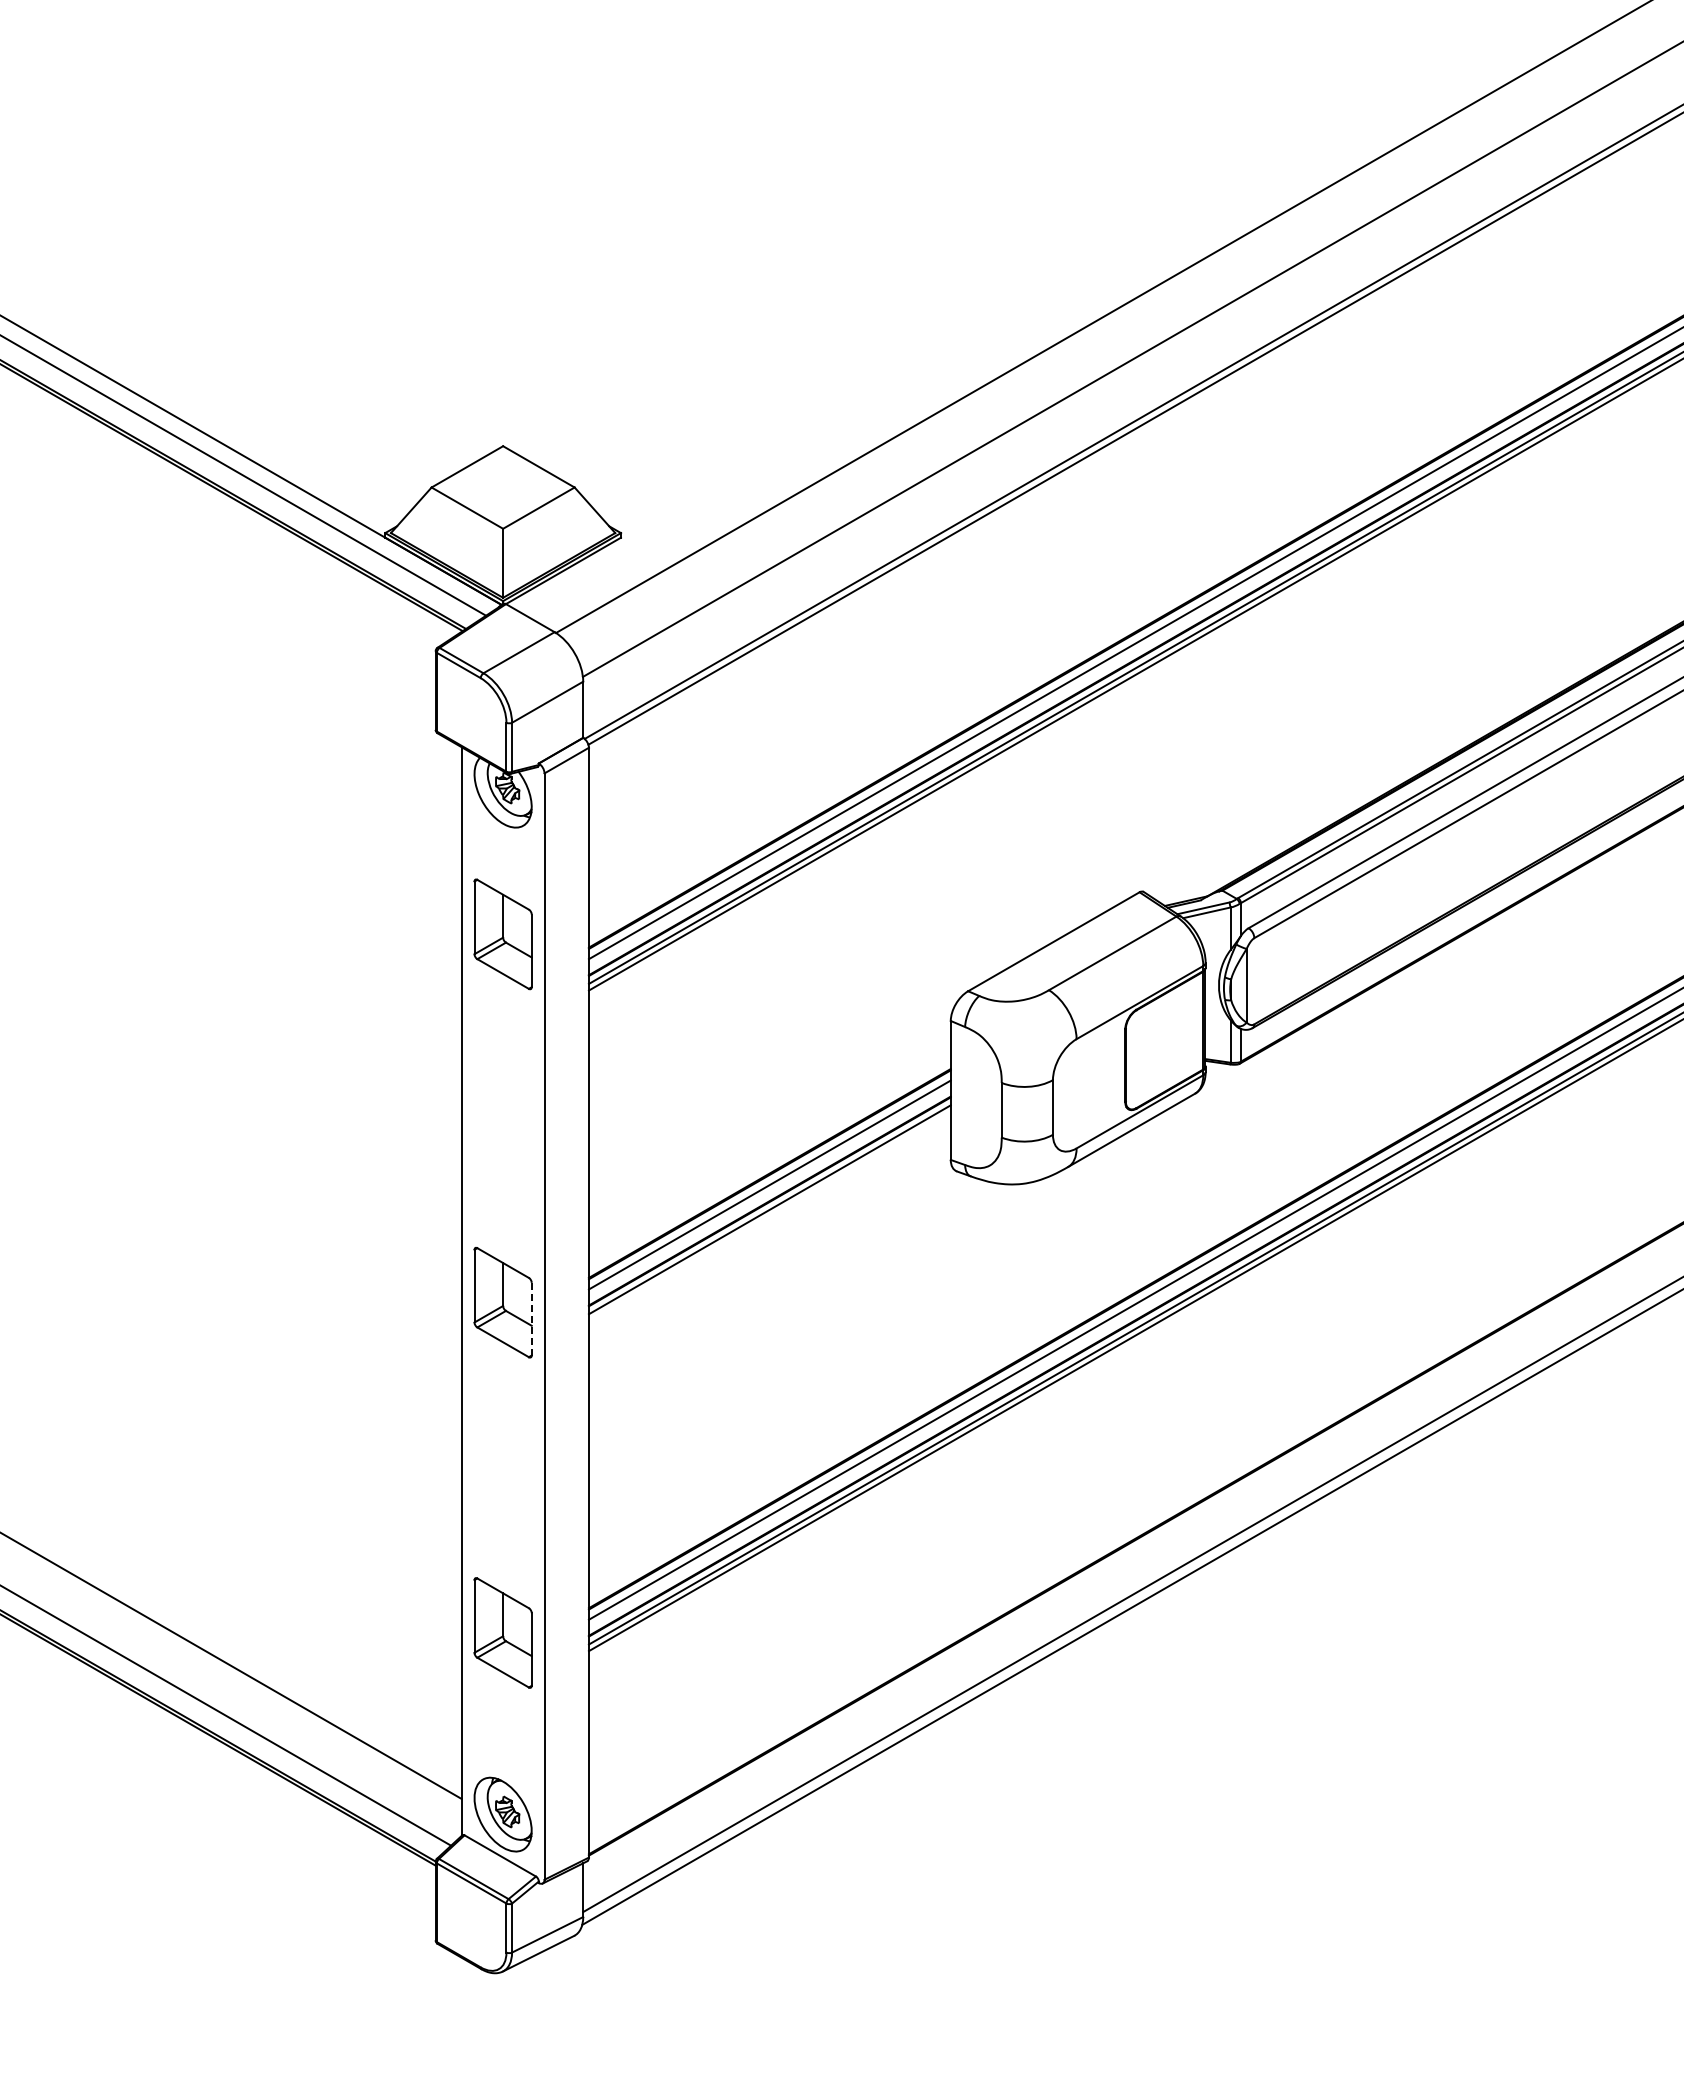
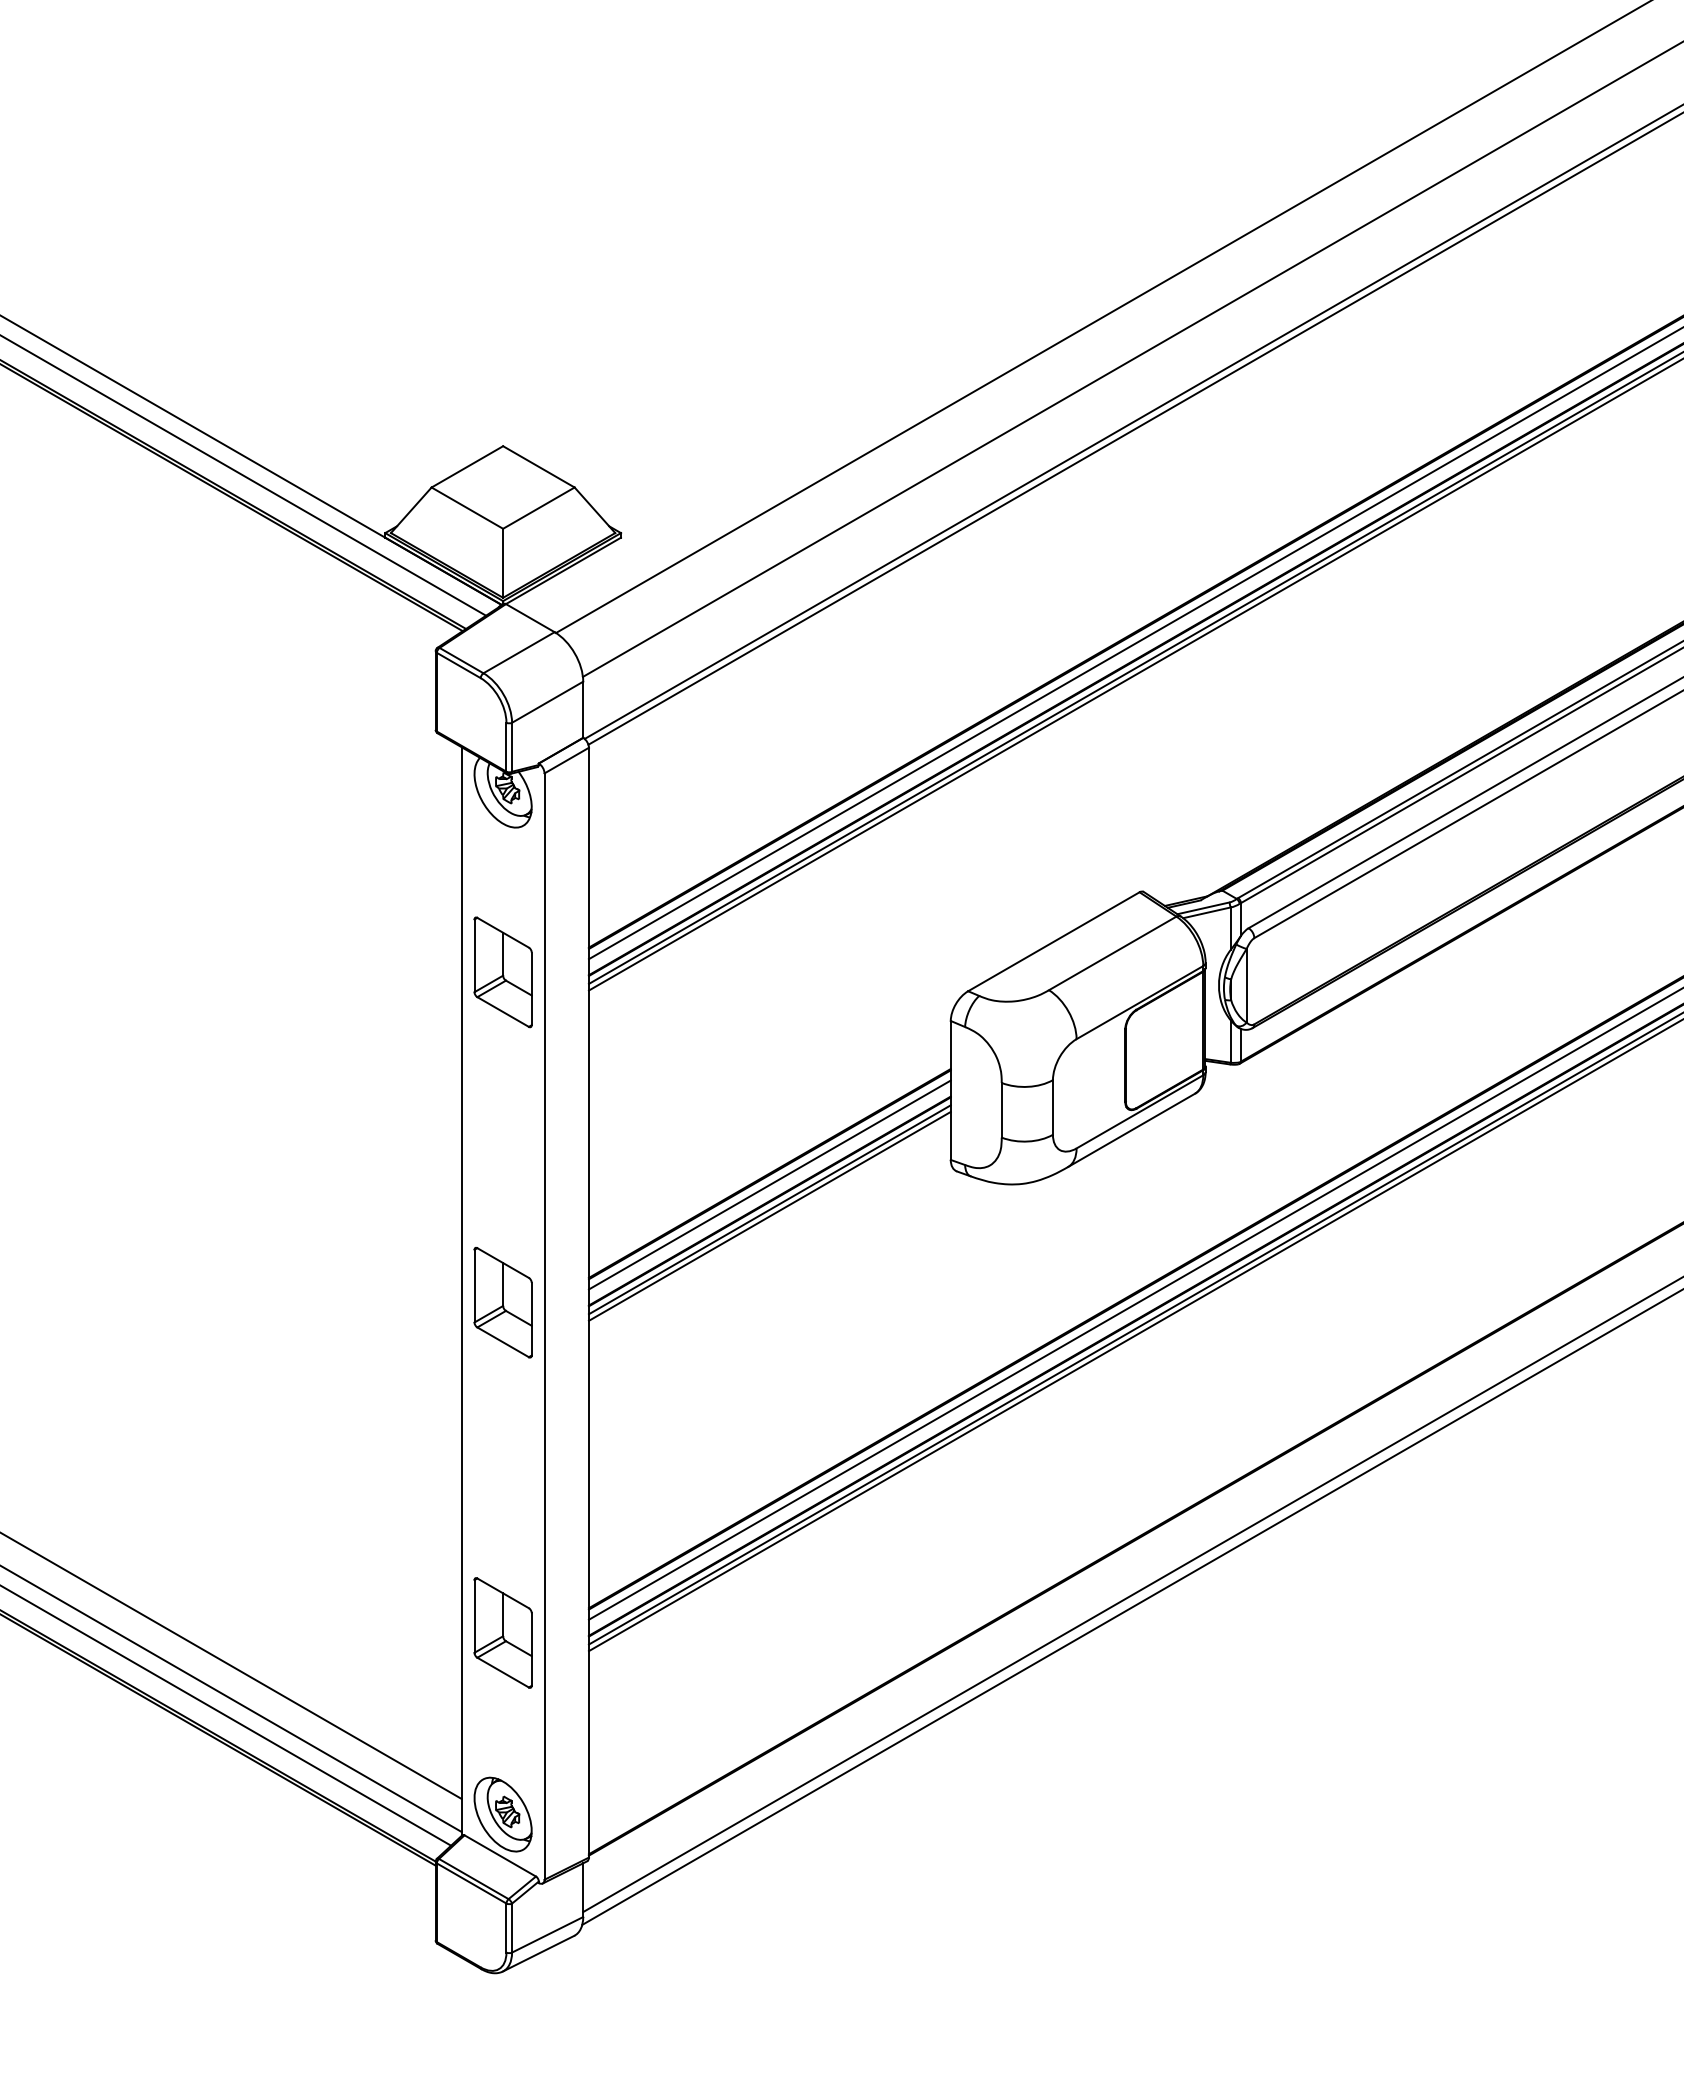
part at (502, 934) position: (502, 934) -> (502, 972)
line at (769, 1215): none -> present
line at (531, 1319): dashed -> solid
line at (231, 1699): none -> present
